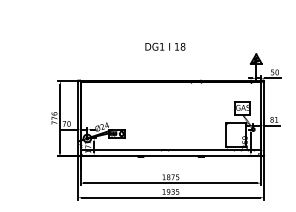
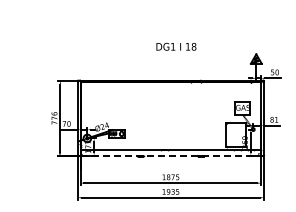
text at (165, 46) position: (165, 46) -> (176, 46)
line at (171, 155): solid -> dashed
